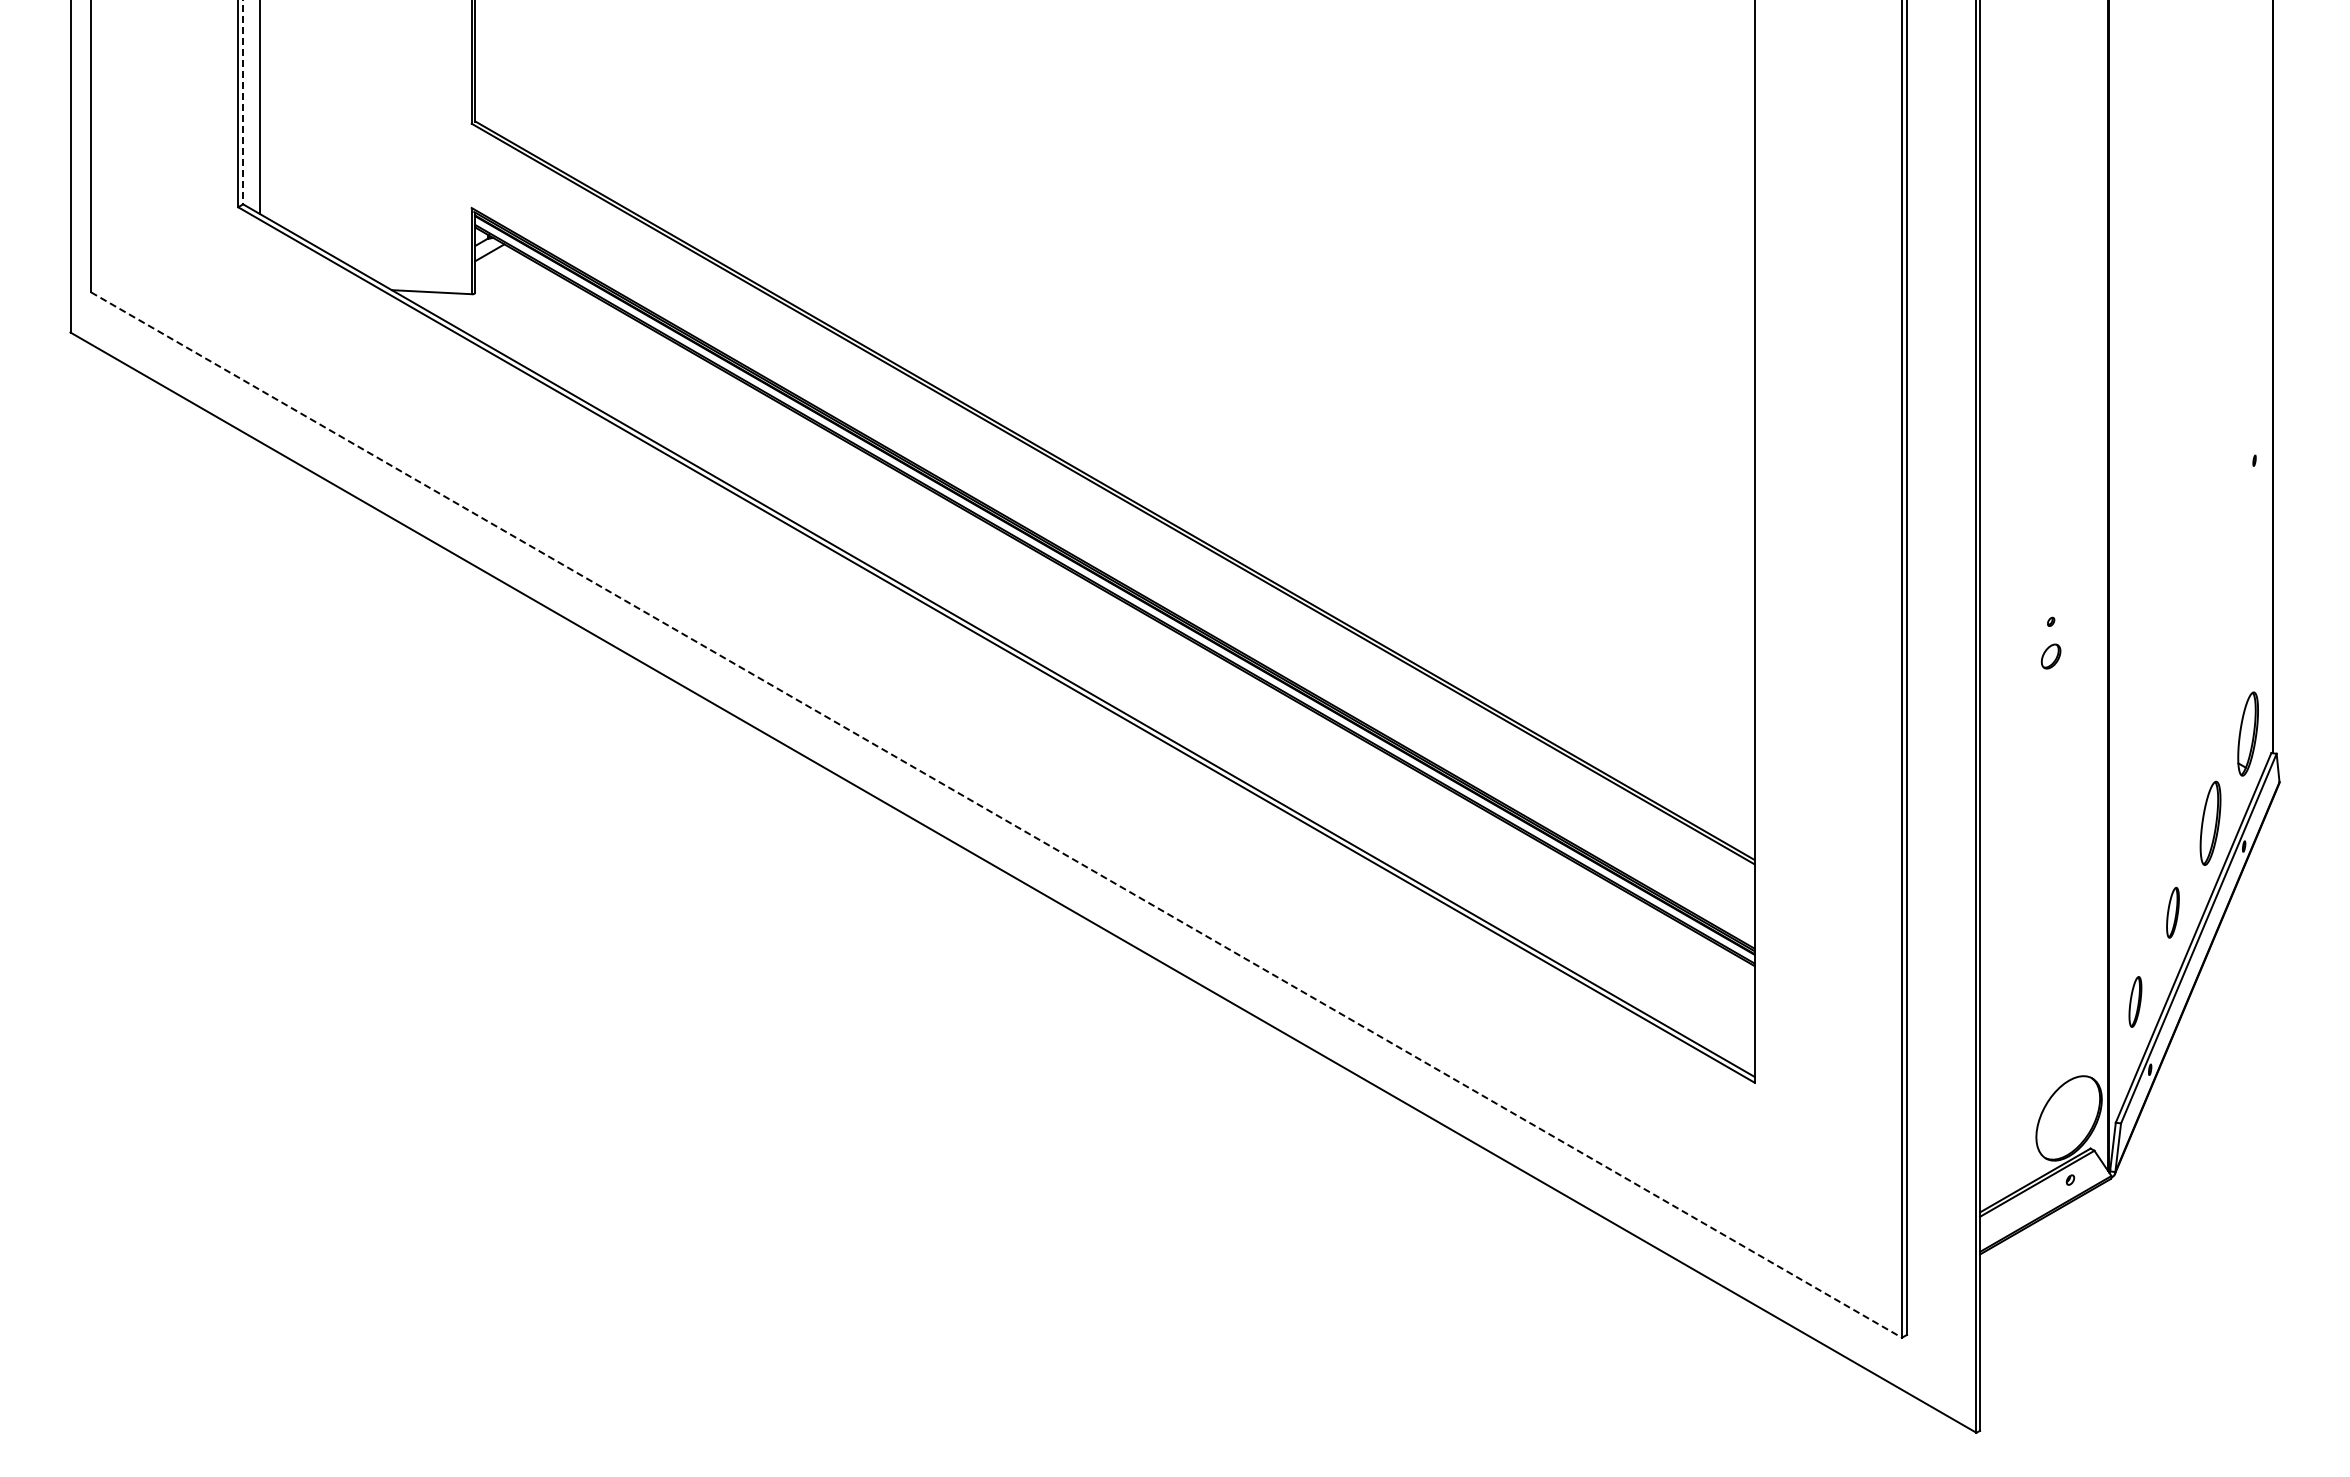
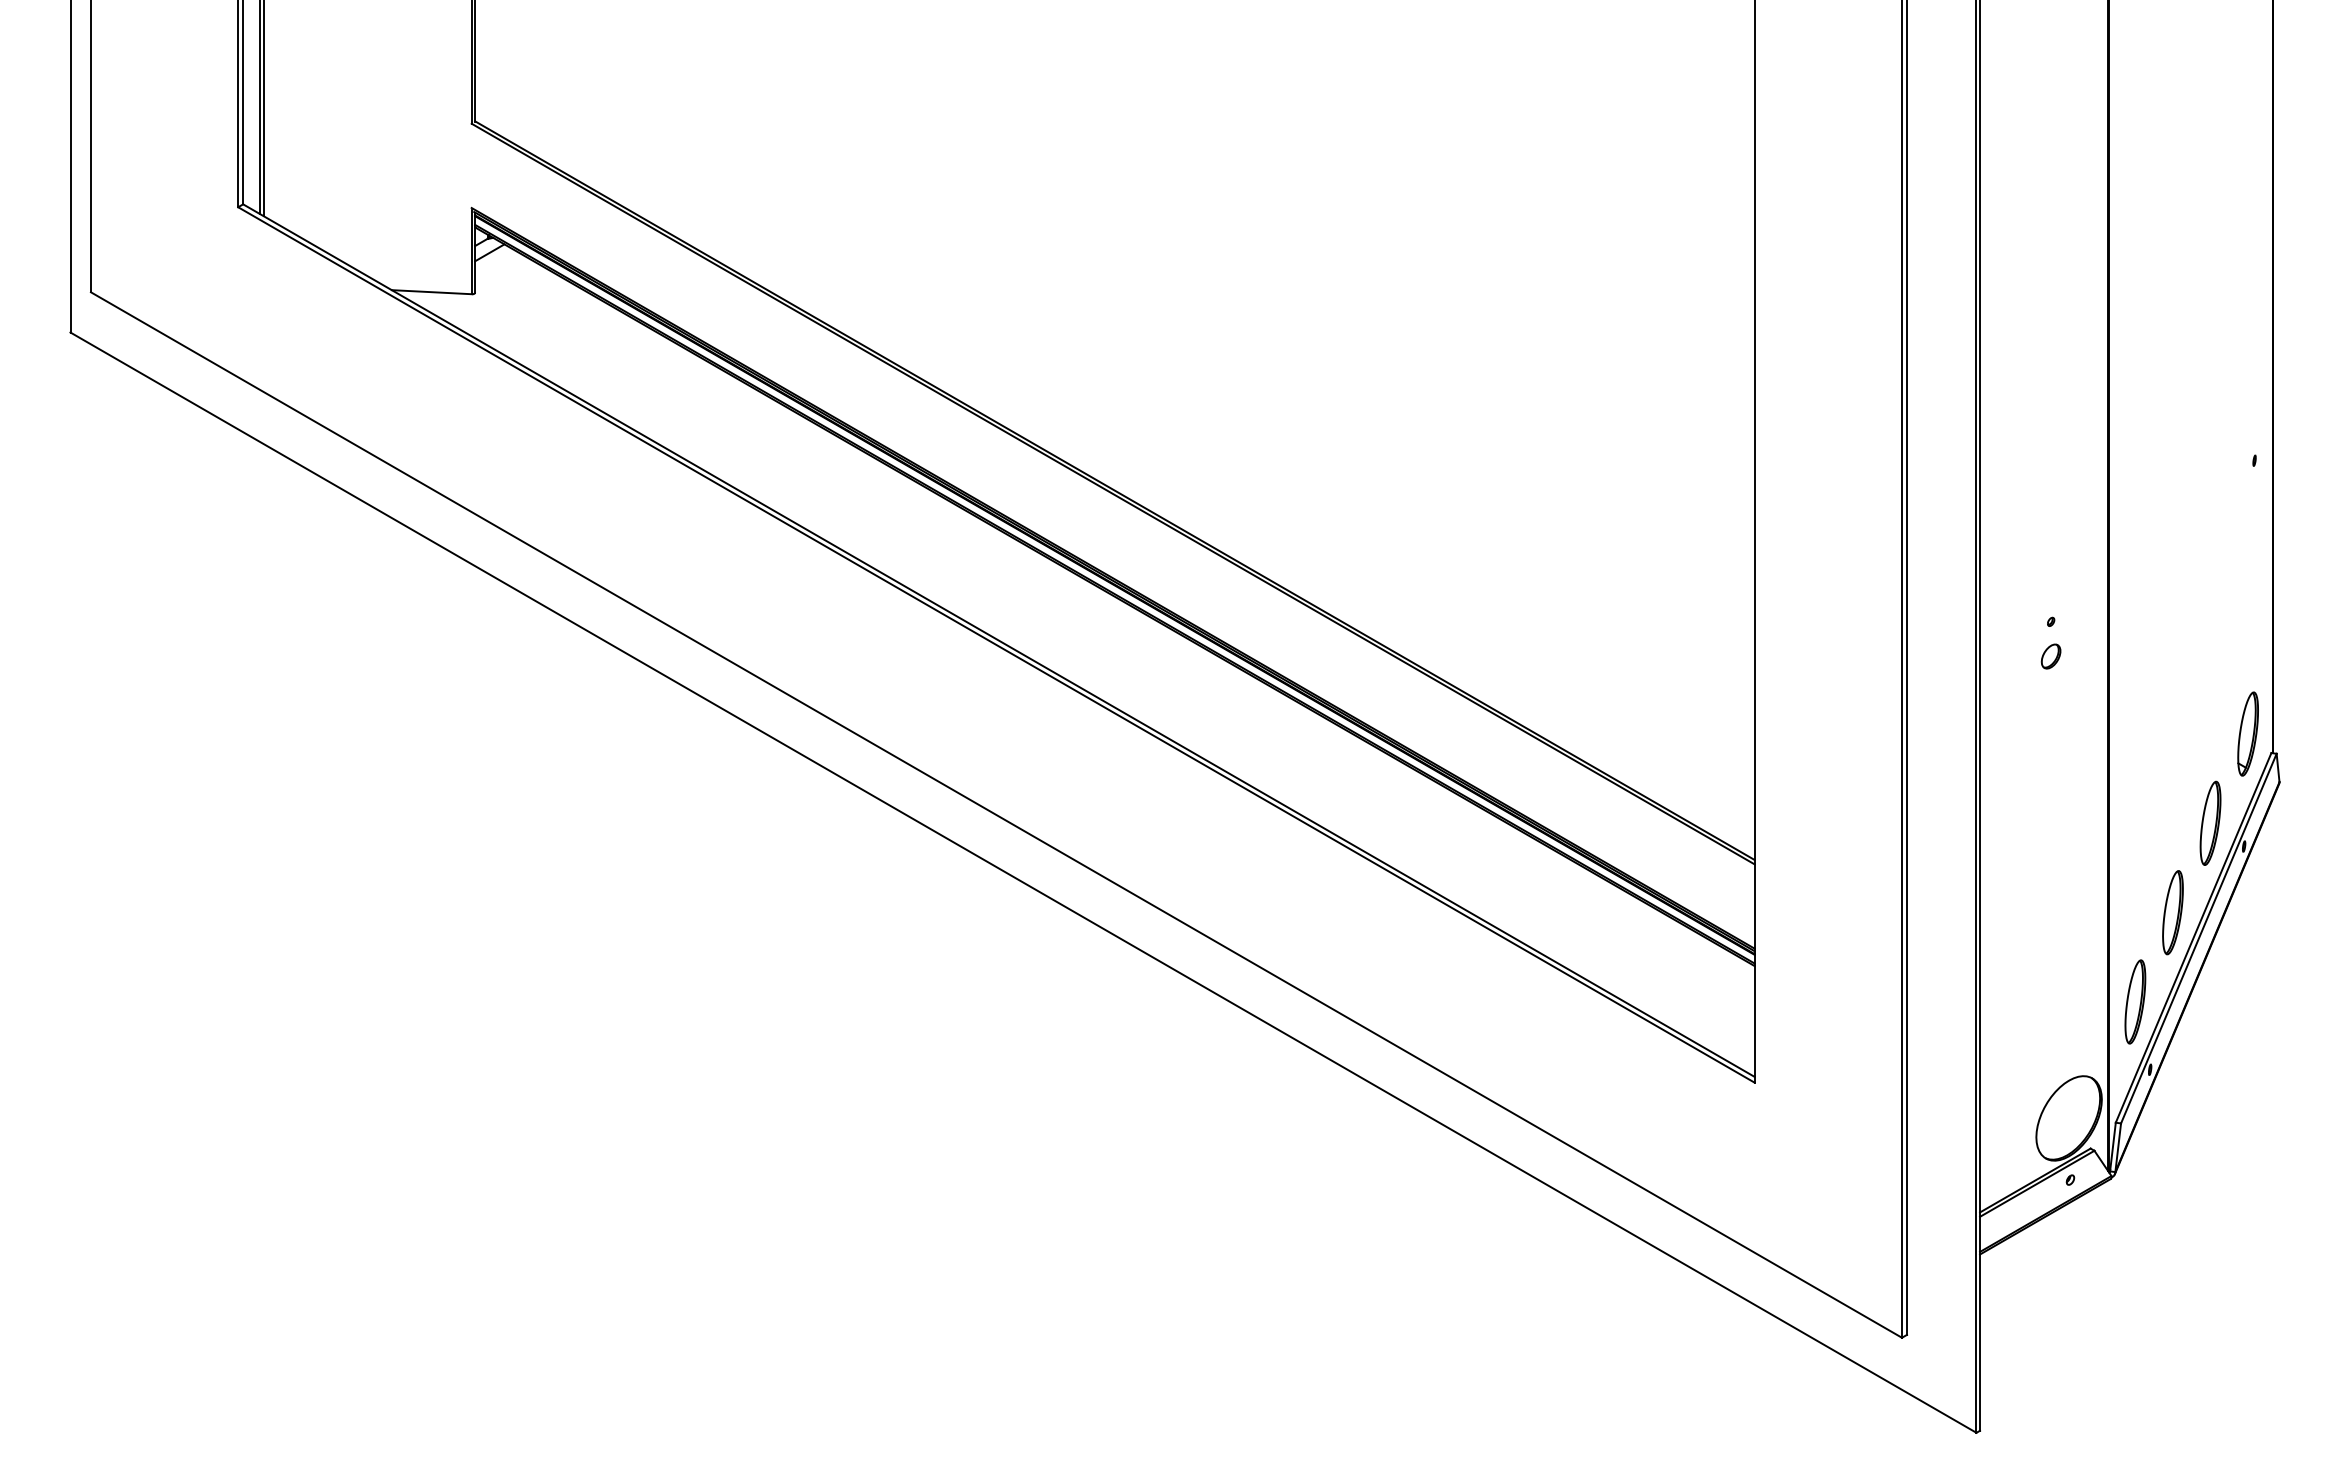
line at (243, 102): dashed -> solid
line at (263, 109): none -> present
line at (996, 815): dashed -> solid
part at (2172, 912) size: 14x52 px -> 22x86 px
part at (2135, 1001) size: 15x52 px -> 23x86 px
